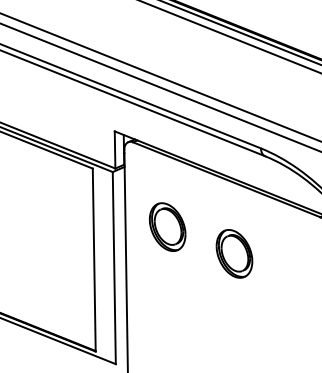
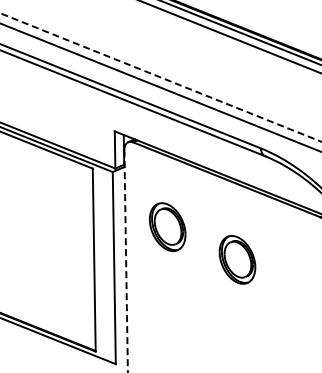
line at (161, 77): solid -> dashed
part at (234, 253) position: (234, 253) -> (237, 259)
line at (126, 261): solid -> dashed
